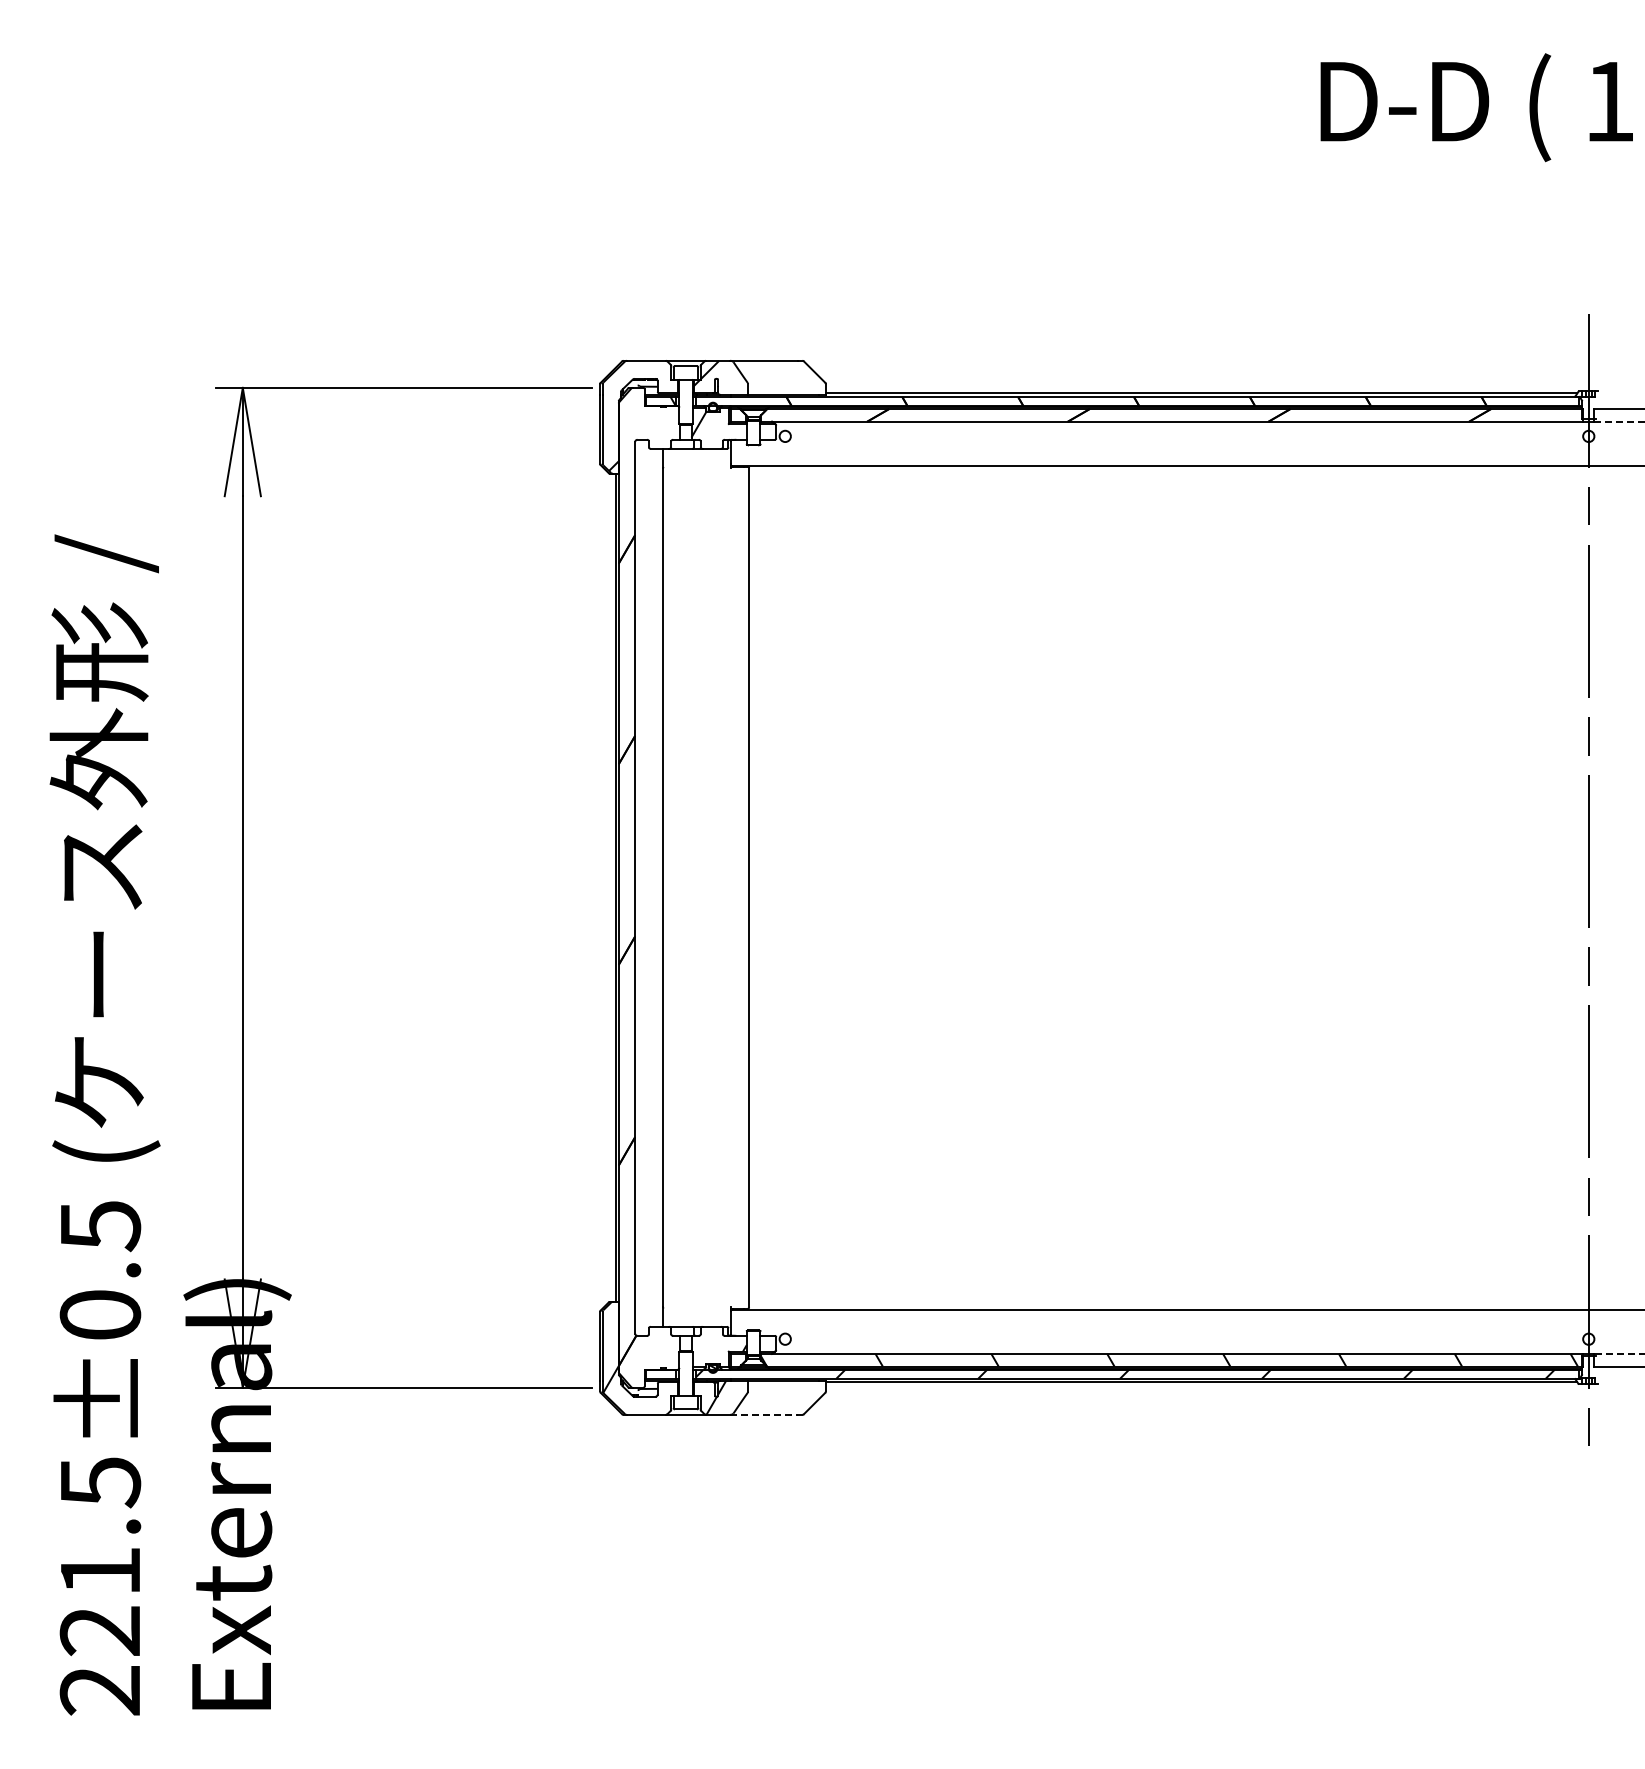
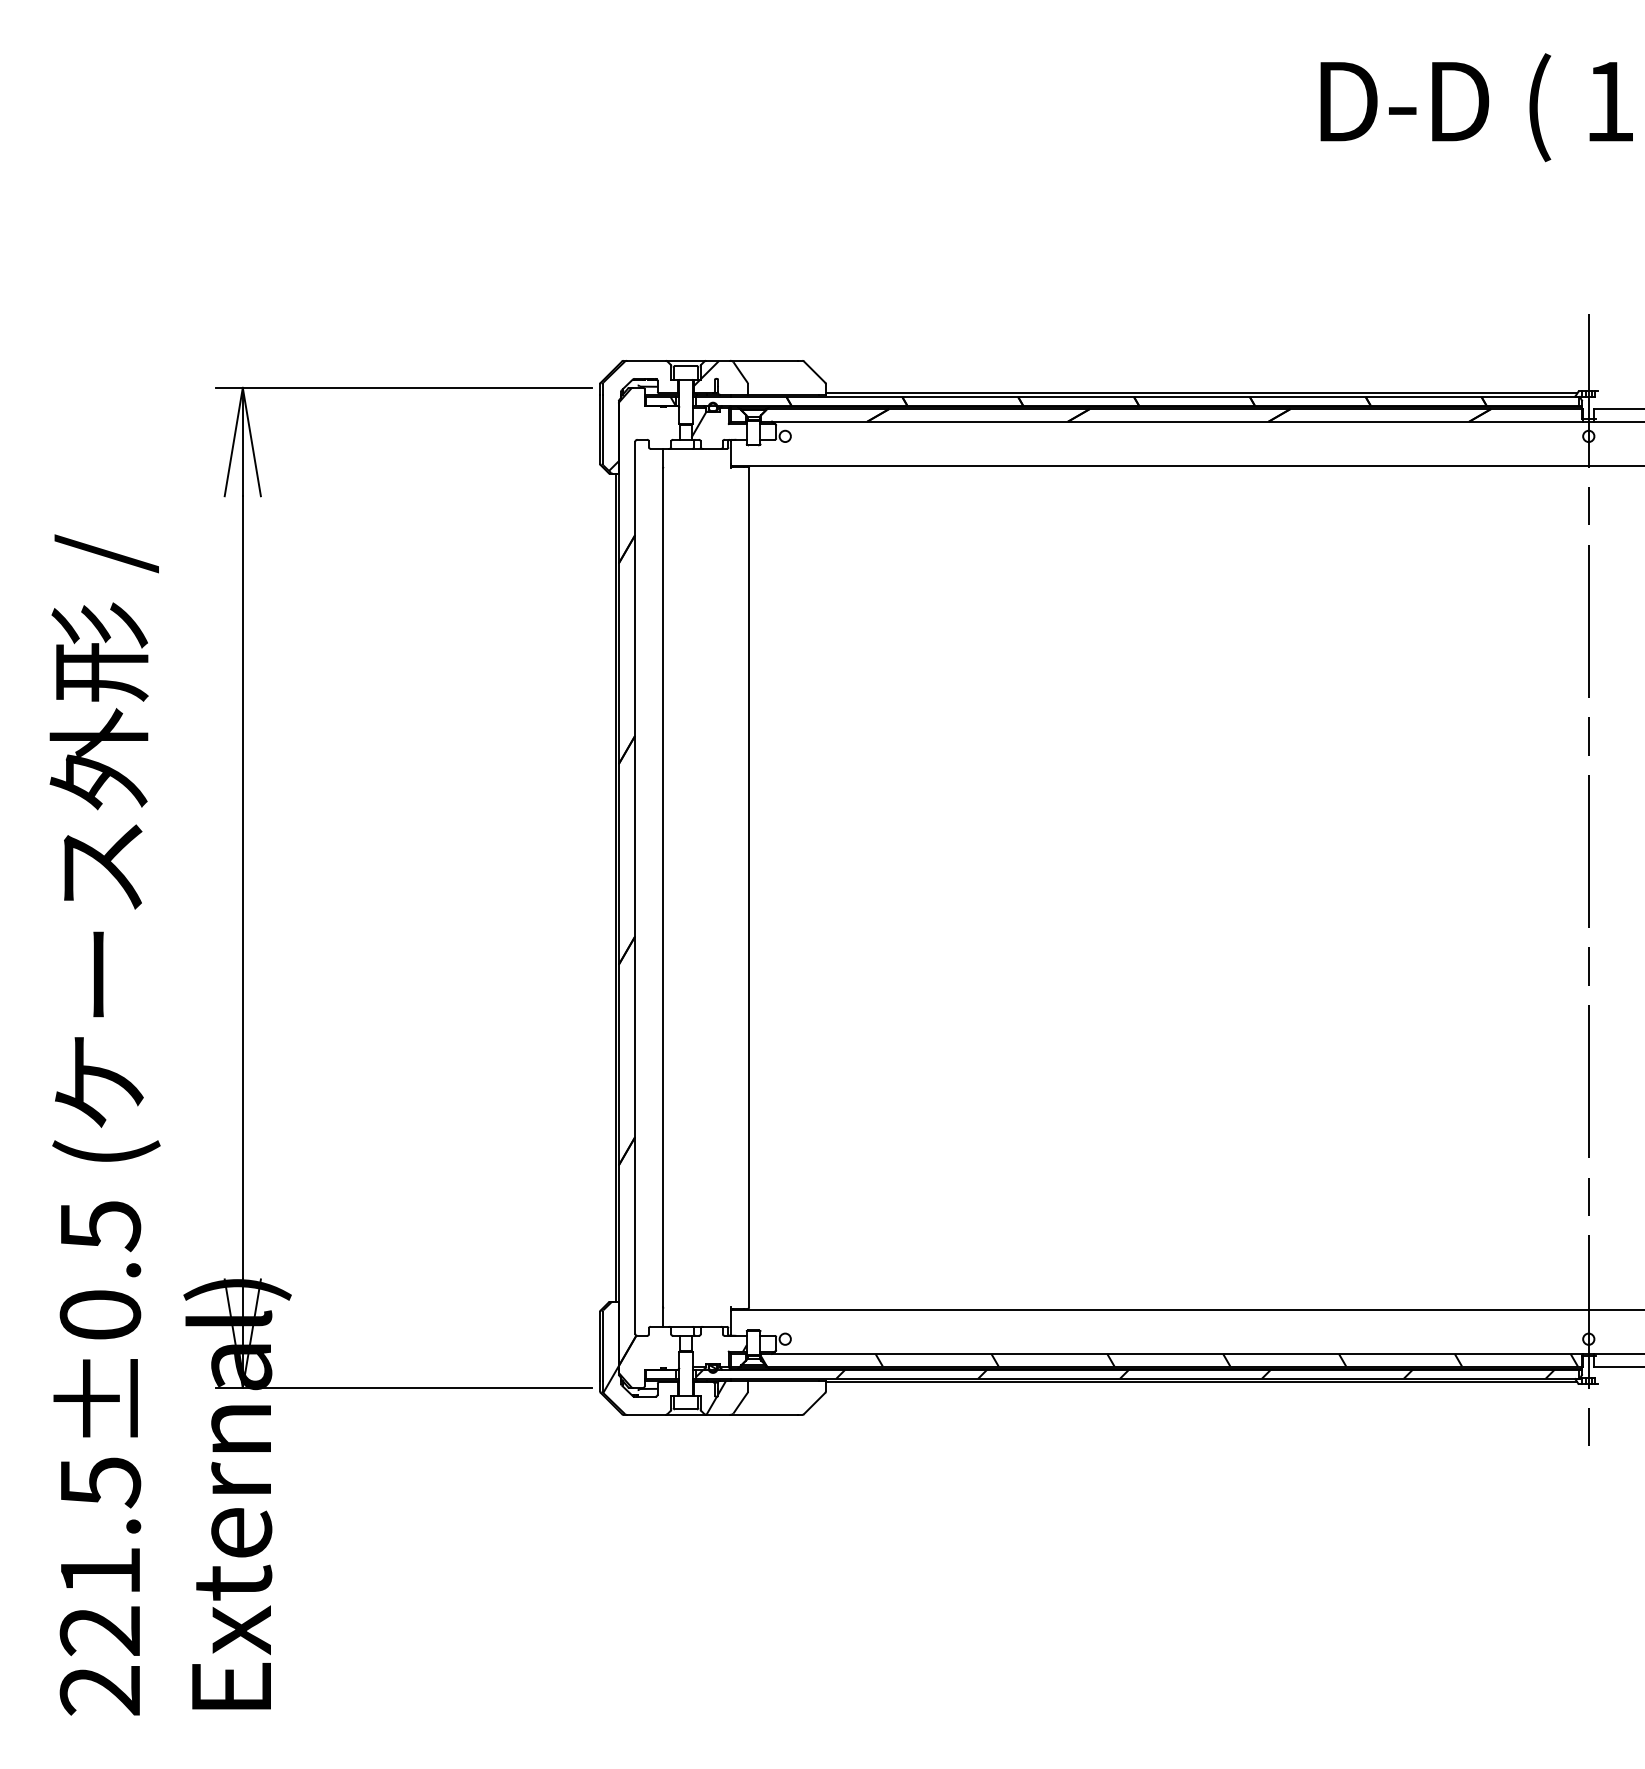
line at (1619, 421): dashed -> solid
line at (1619, 1353): dashed -> solid
line at (764, 1414): dashed -> solid
